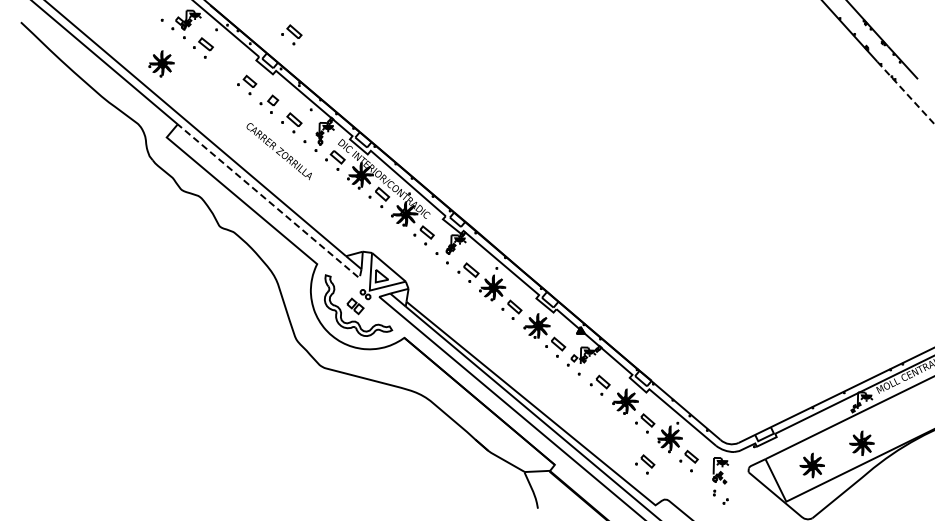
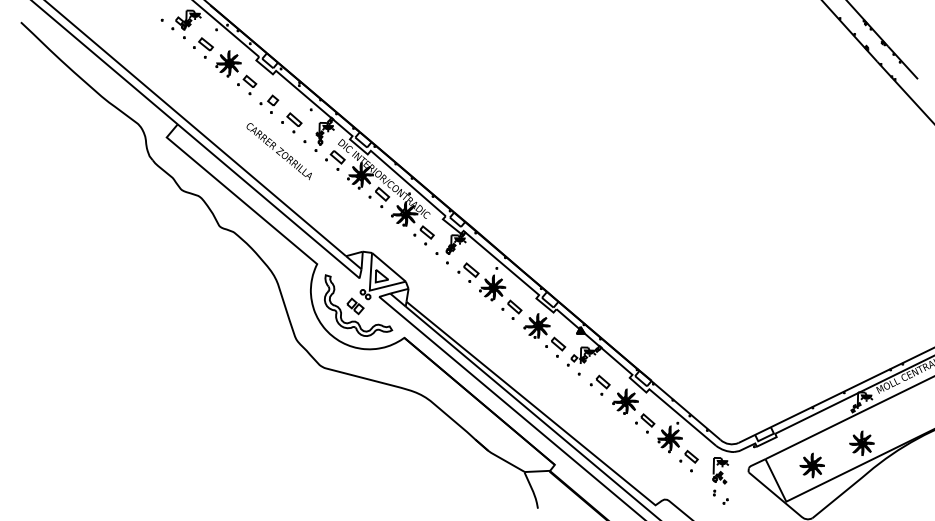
part at (291, 34): present -> none
part at (161, 63) position: (161, 63) -> (228, 63)
line at (906, 93): dashed -> solid
line at (272, 204): dashed -> solid
part at (645, 464): present -> none
